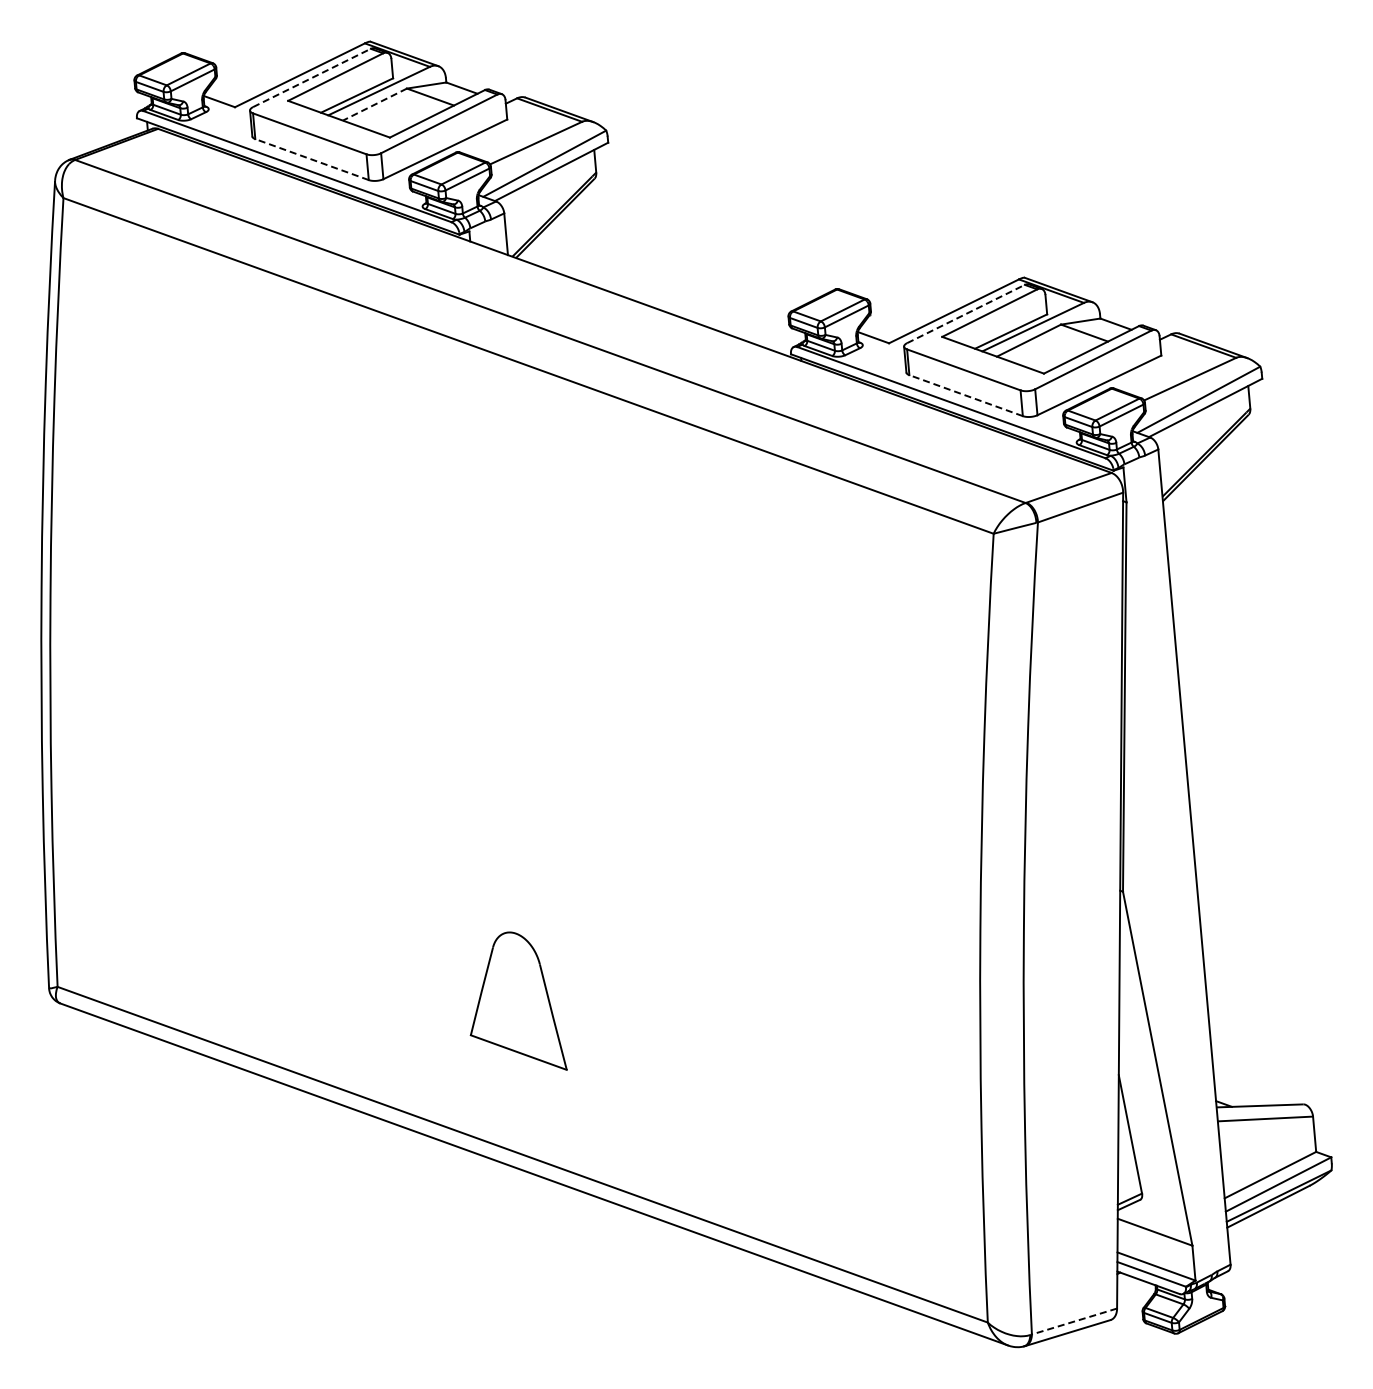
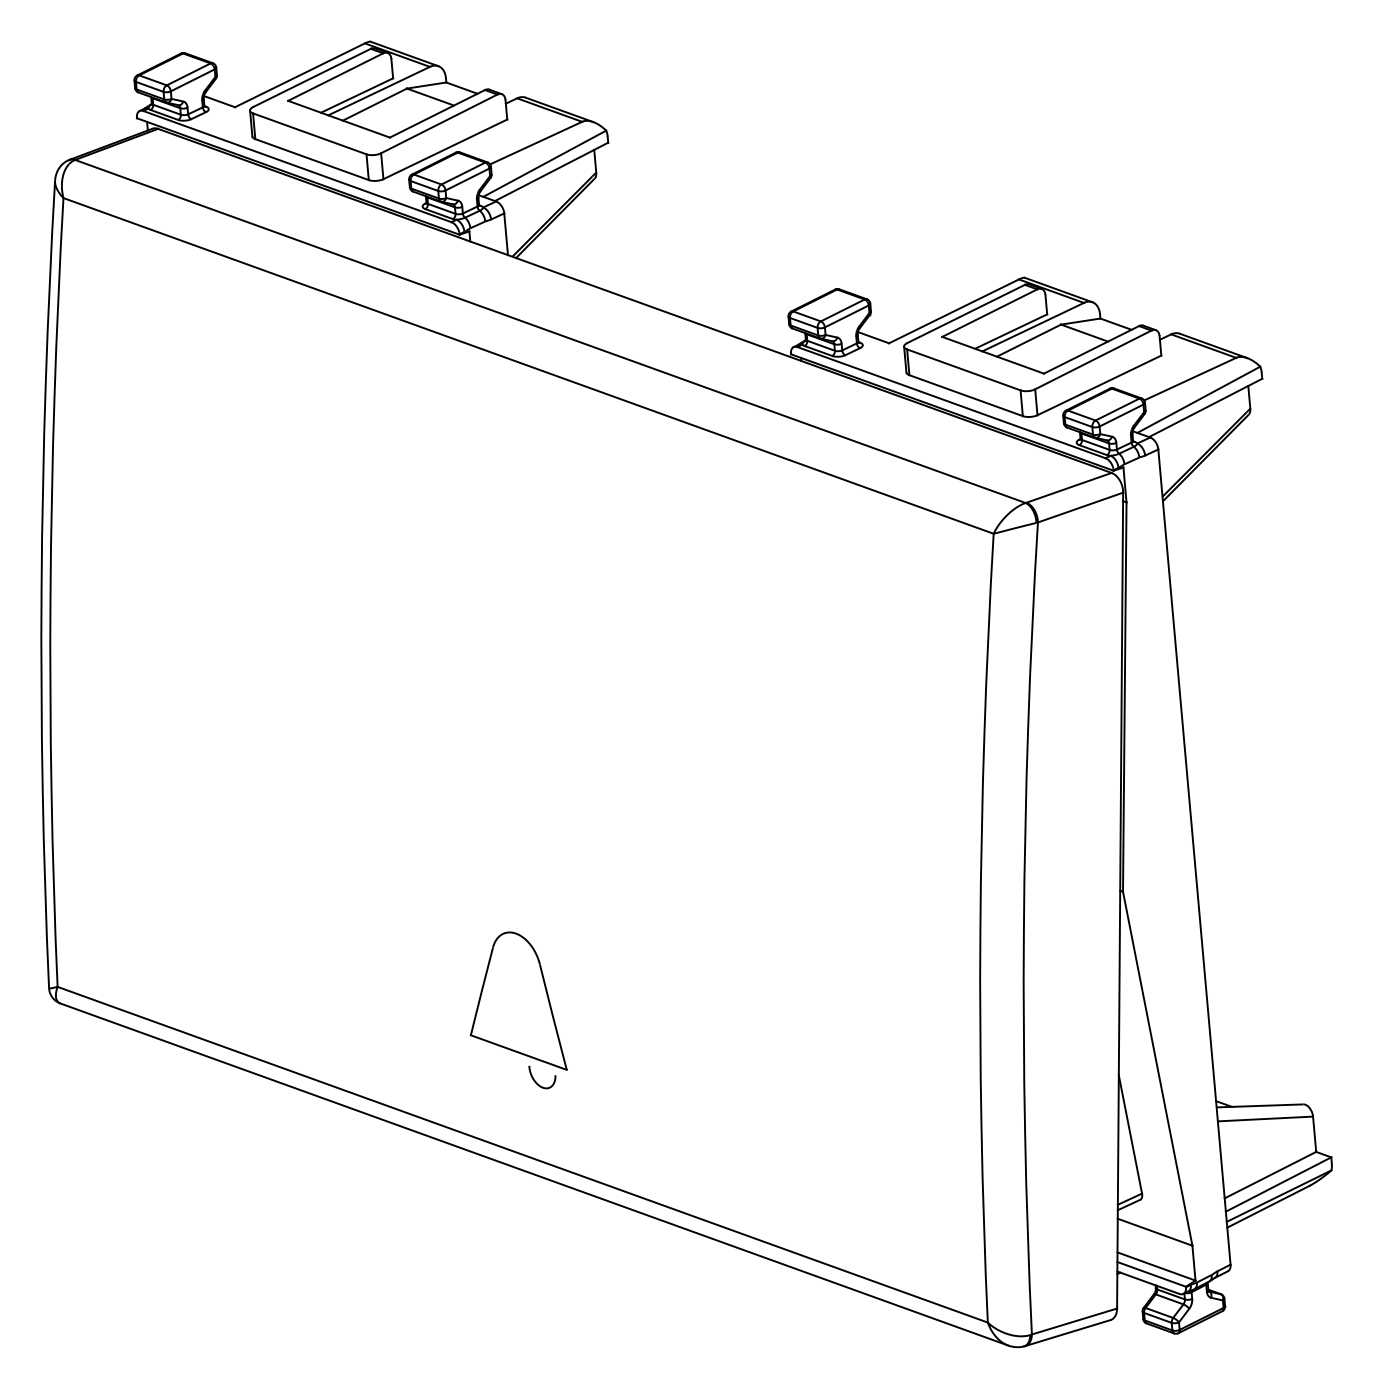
line at (311, 77): dashed -> solid
line at (374, 104): dashed -> solid
line at (311, 159): dashed -> solid
line at (966, 314): dashed -> solid
line at (965, 395): dashed -> solid
curve at (537, 1082): none -> present
line at (1074, 1321): dashed -> solid
